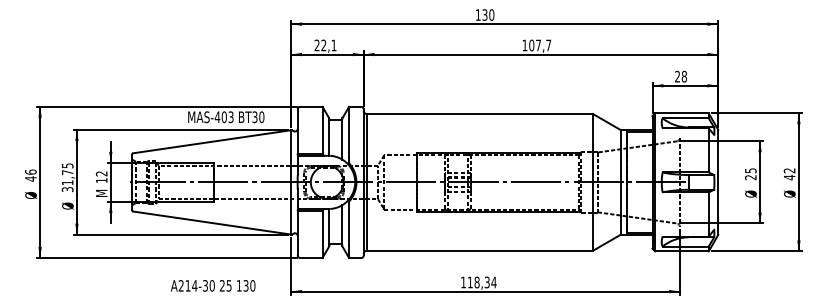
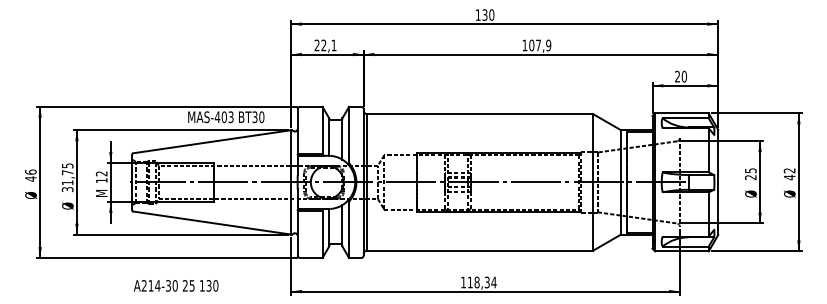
text at (548, 45): 107,7 -> 107,9
text at (683, 76): 28 -> 20
text at (213, 285) position: (213, 285) -> (176, 285)
